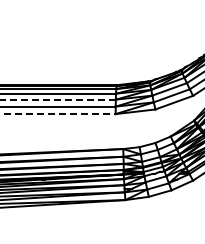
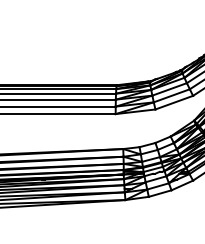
line at (57, 99): dashed -> solid
line at (58, 114): dashed -> solid
